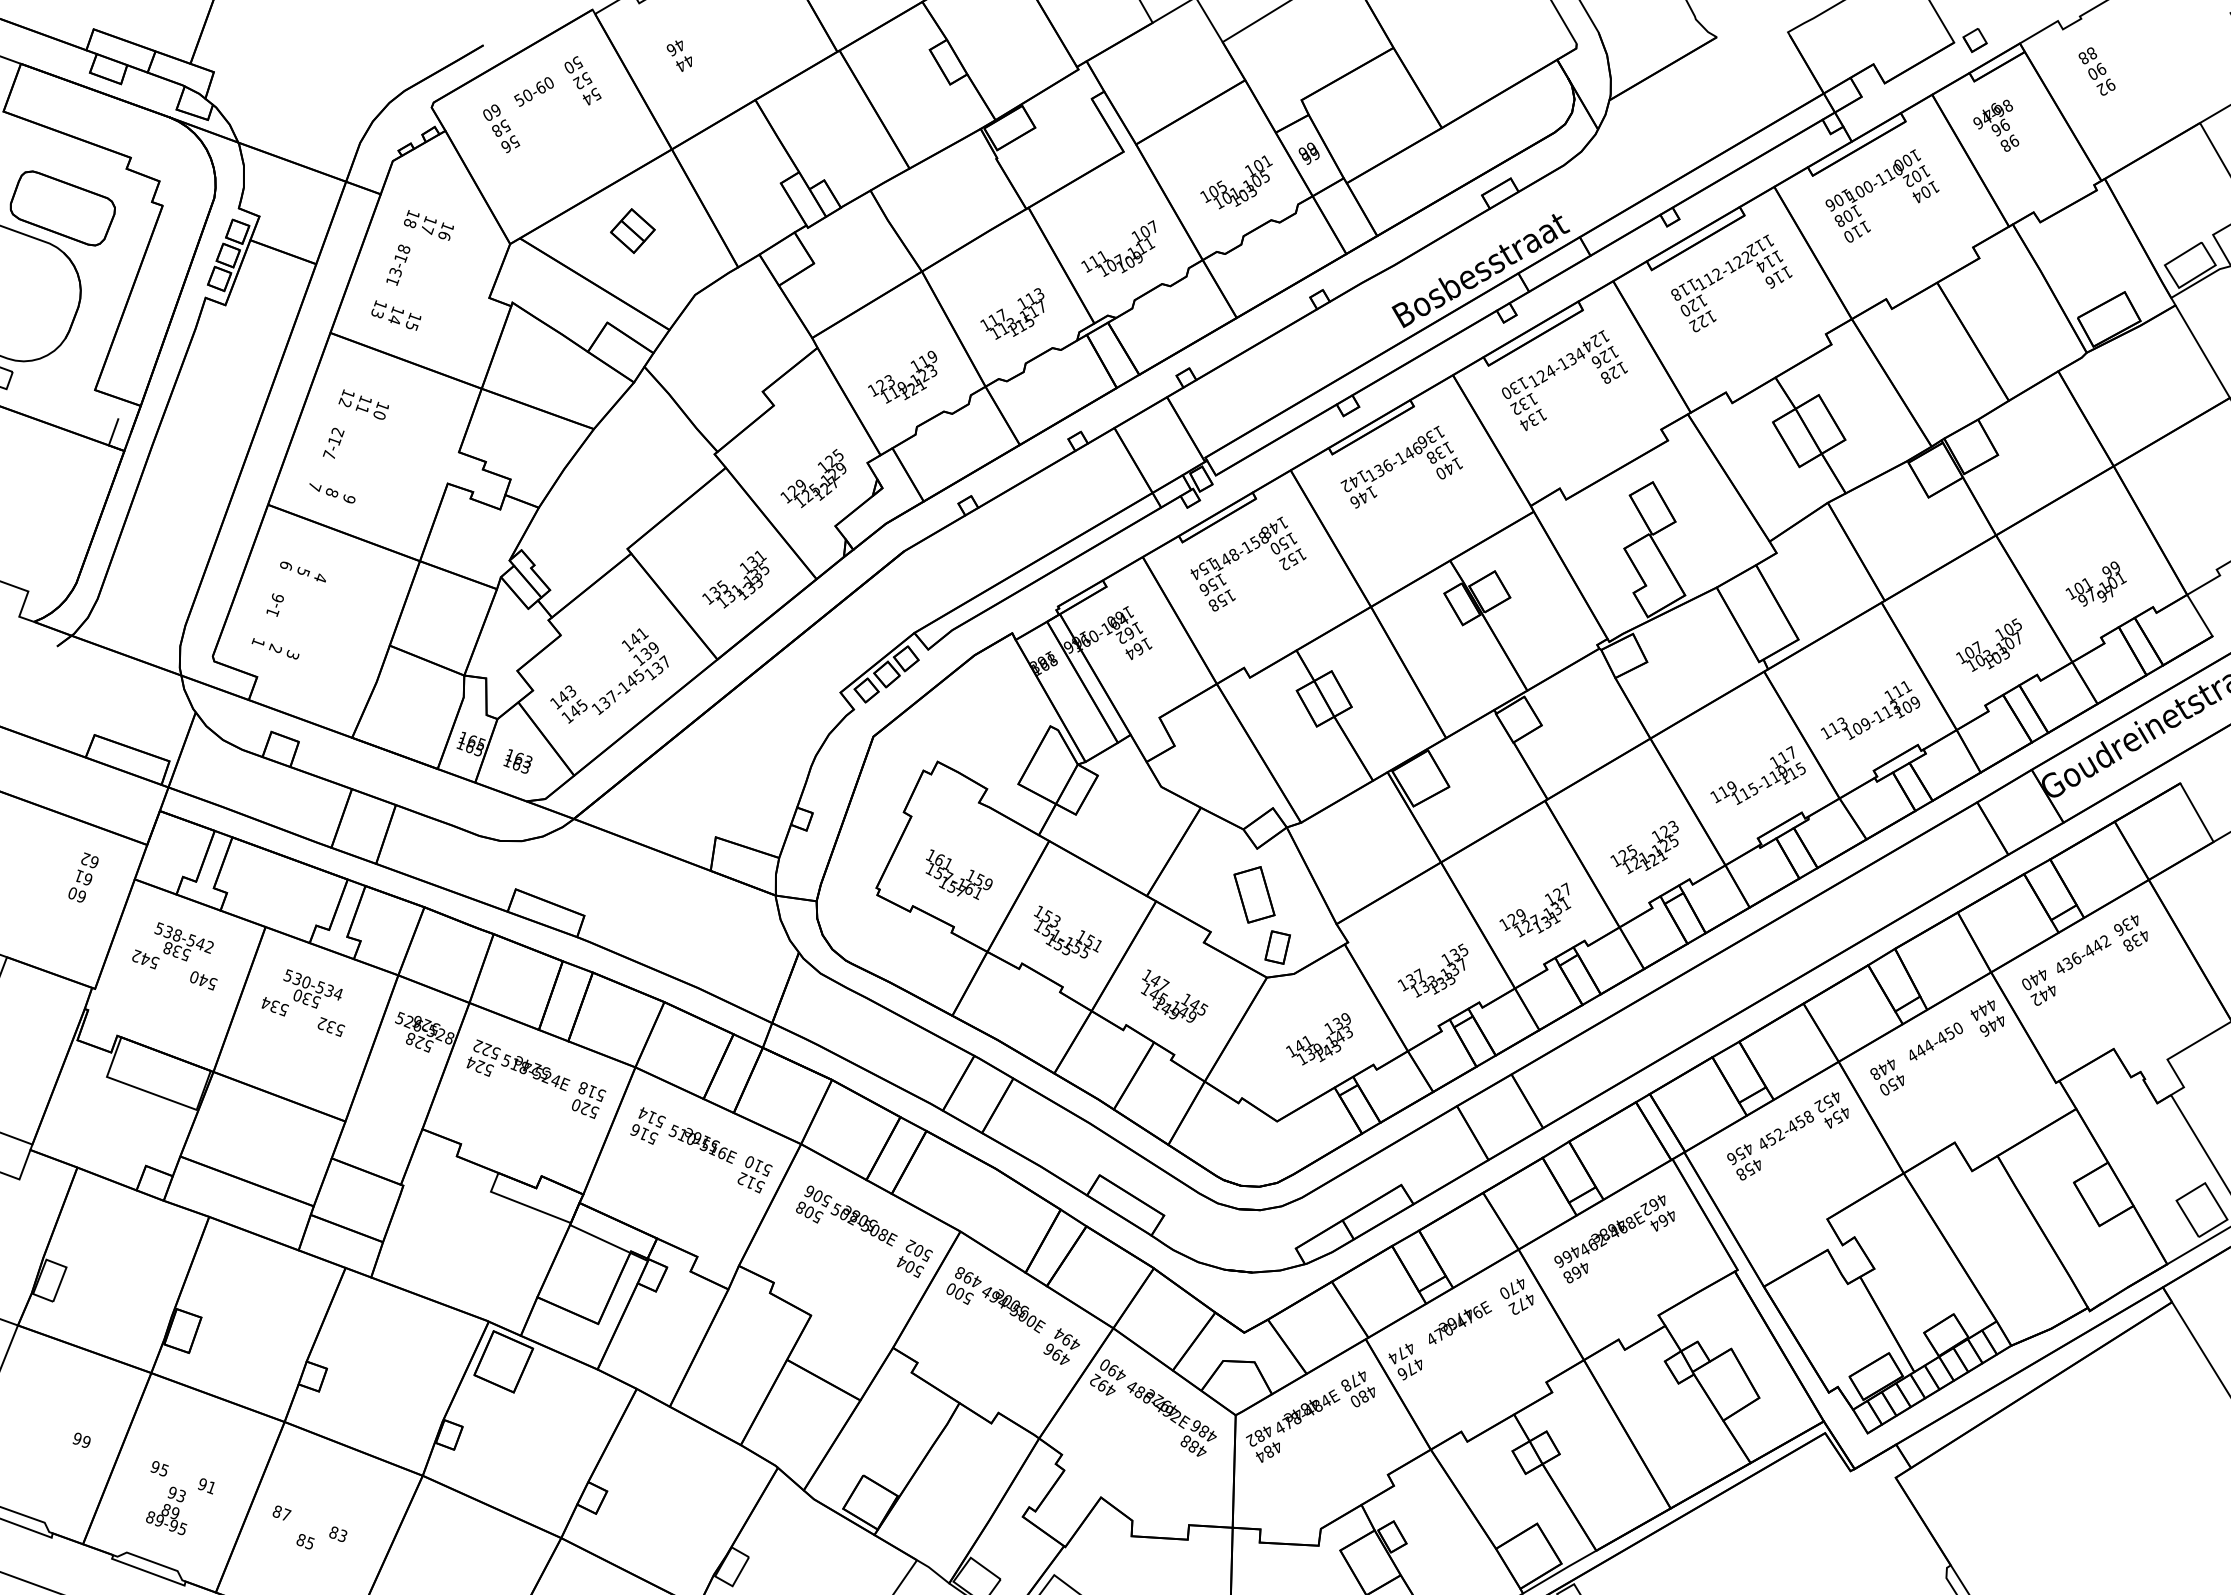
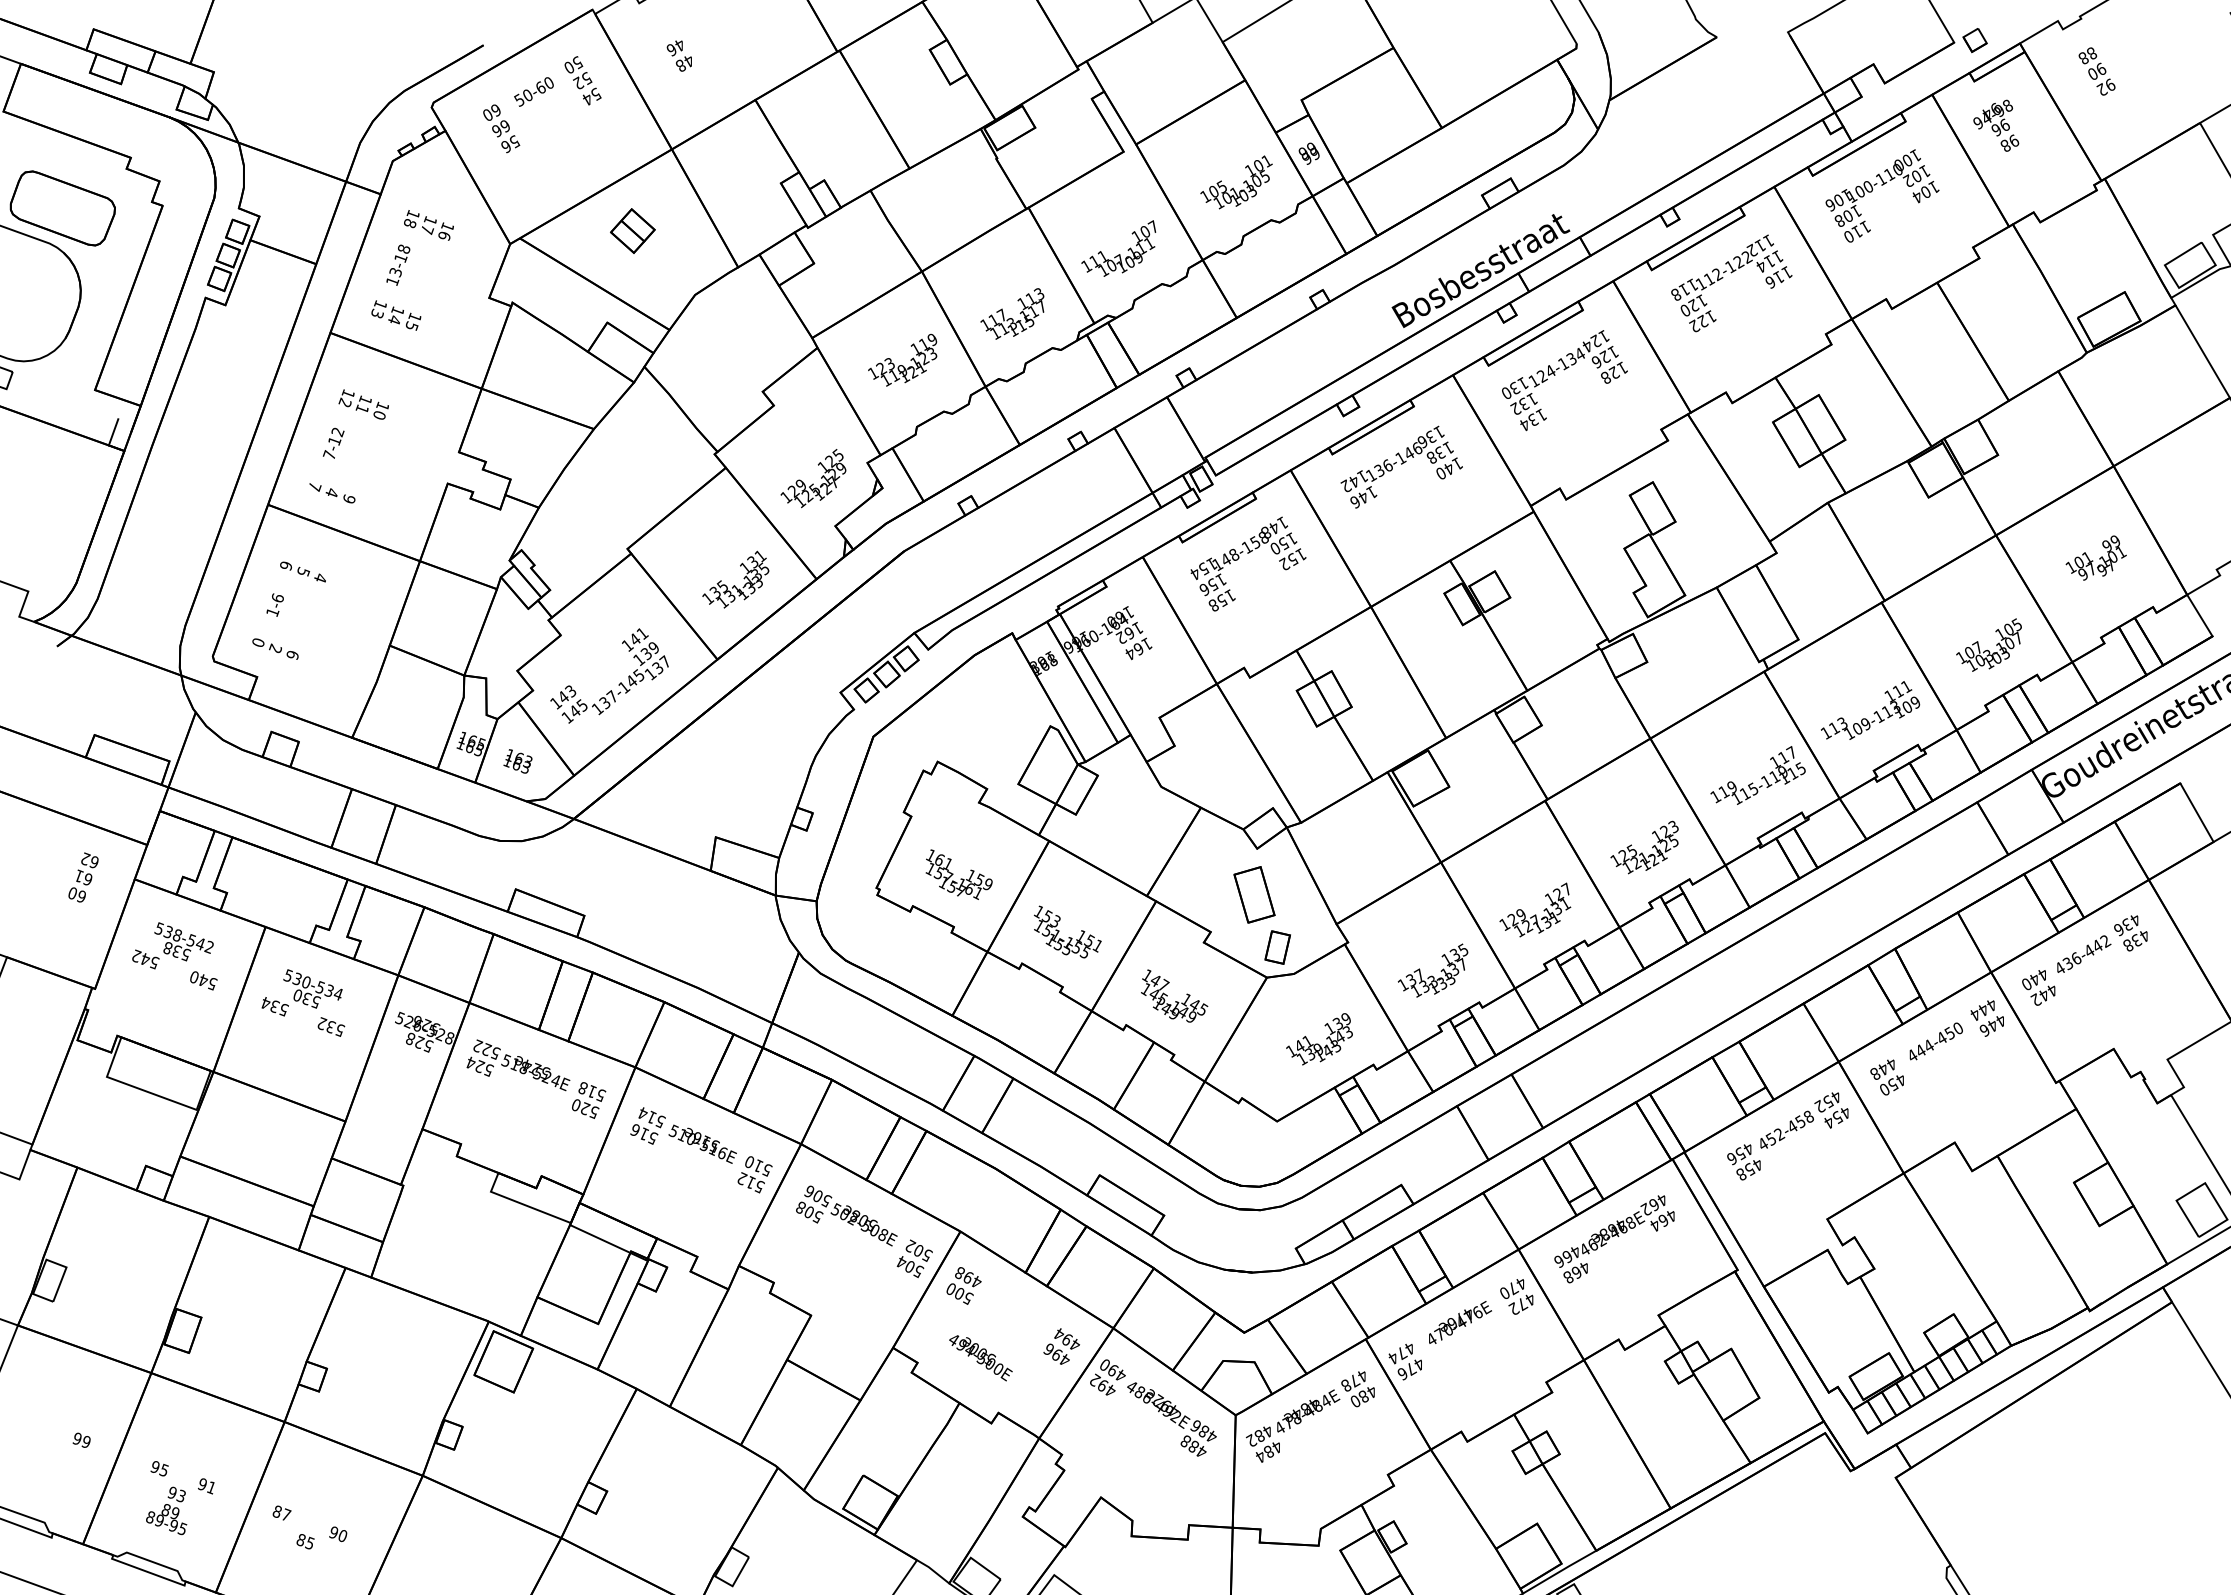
text at (680, 65): 44 -> 48
text at (501, 128): 58 -> 66
text at (902, 376) position: (902, 376) -> (902, 359)
text at (332, 492): 8 -> 4
text at (2095, 583) position: (2095, 583) -> (2095, 557)
text at (257, 642): 1 -> 0
text at (292, 654): 3 -> 6
text at (1013, 1310) position: (1013, 1310) -> (980, 1358)
text at (338, 1534): 83 -> 90
